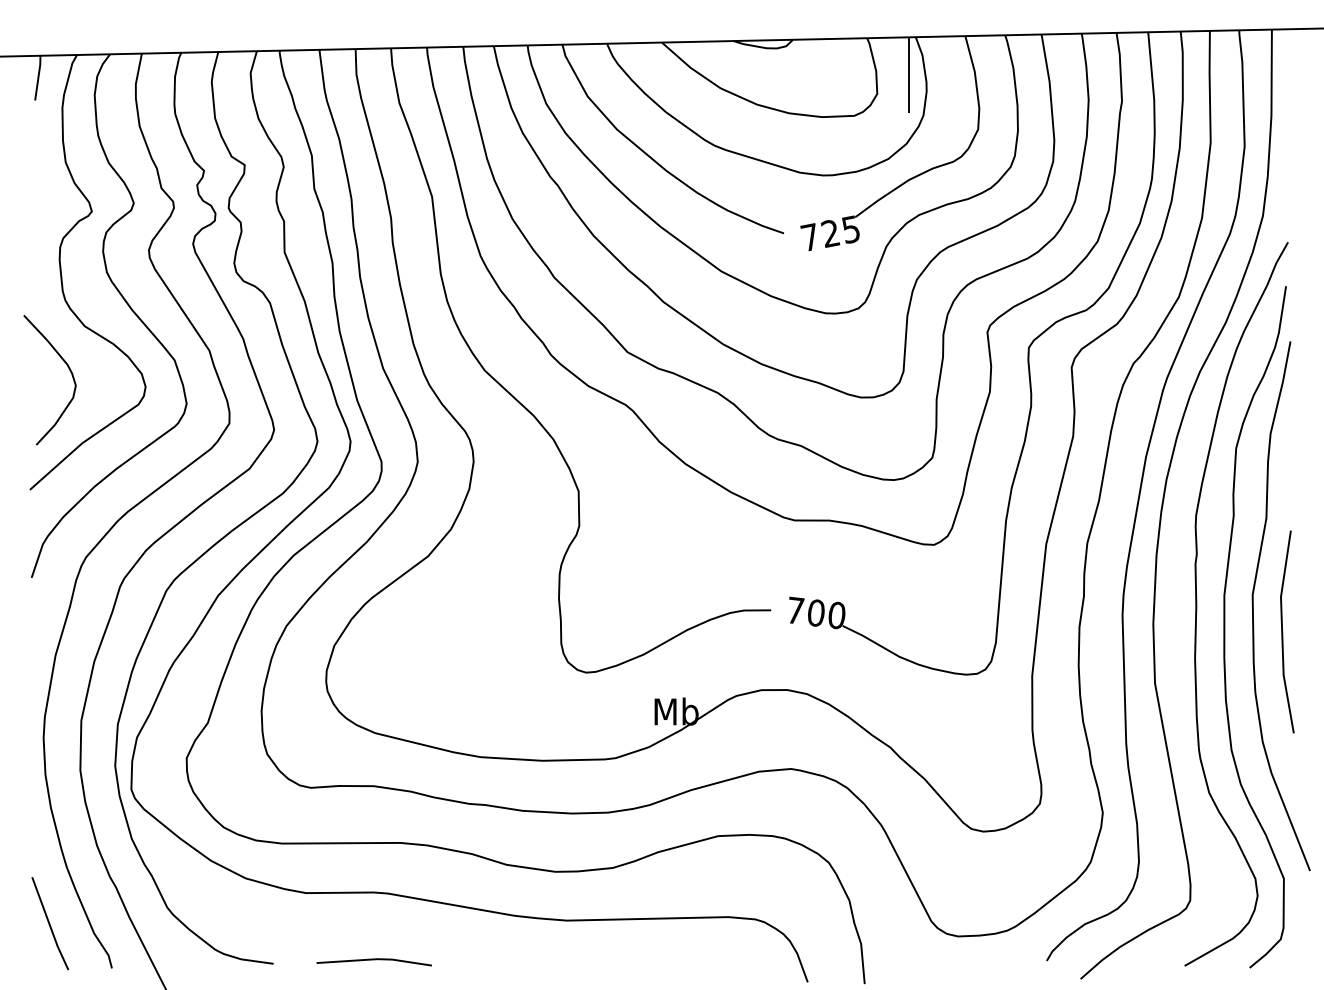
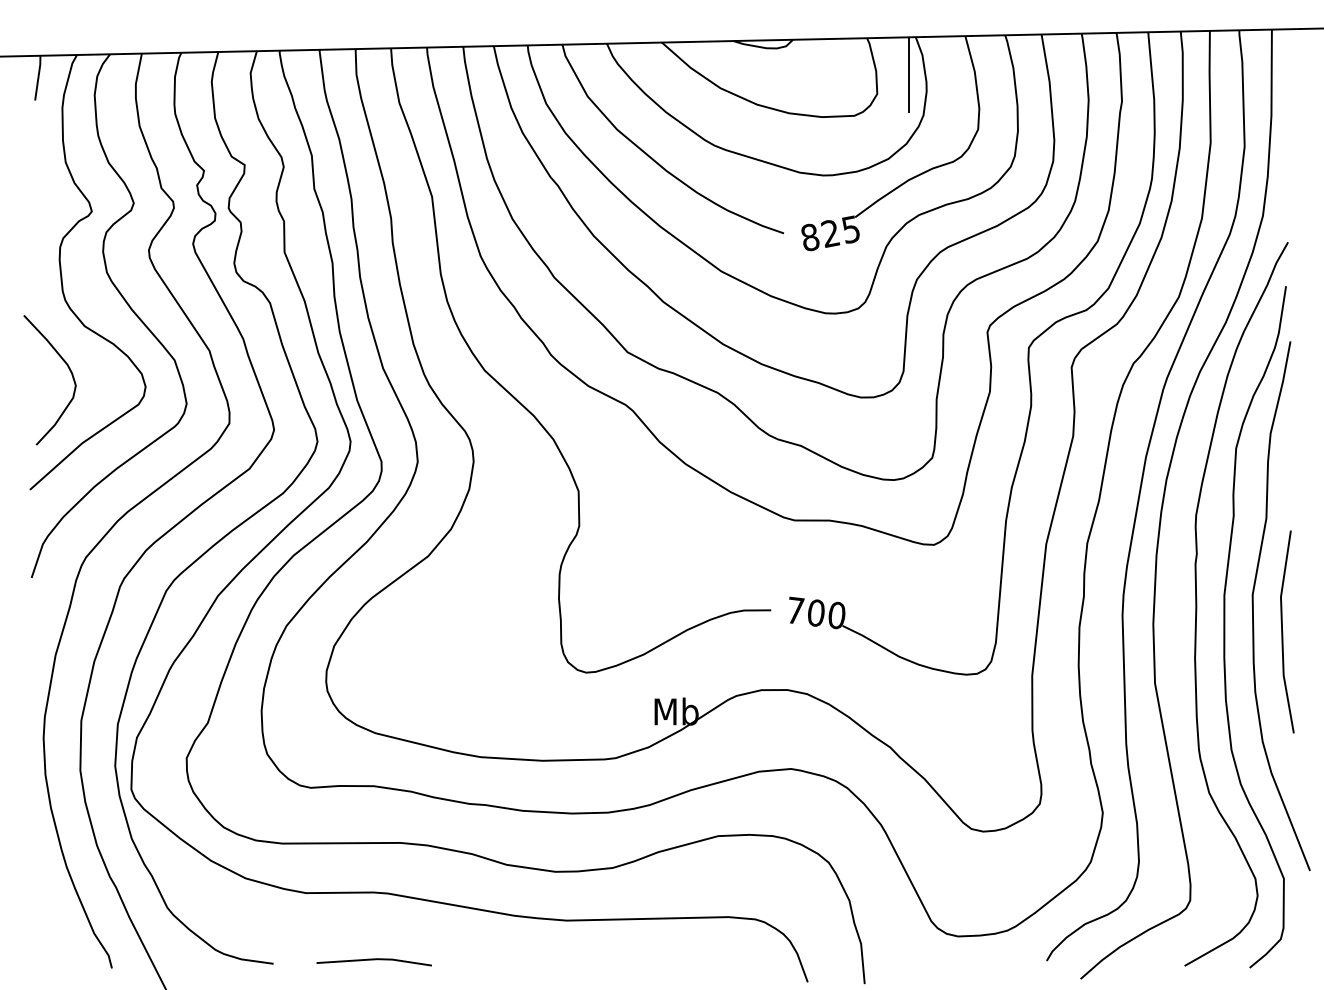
text at (809, 237): 725 -> 825
line at (50, 923): present -> none
